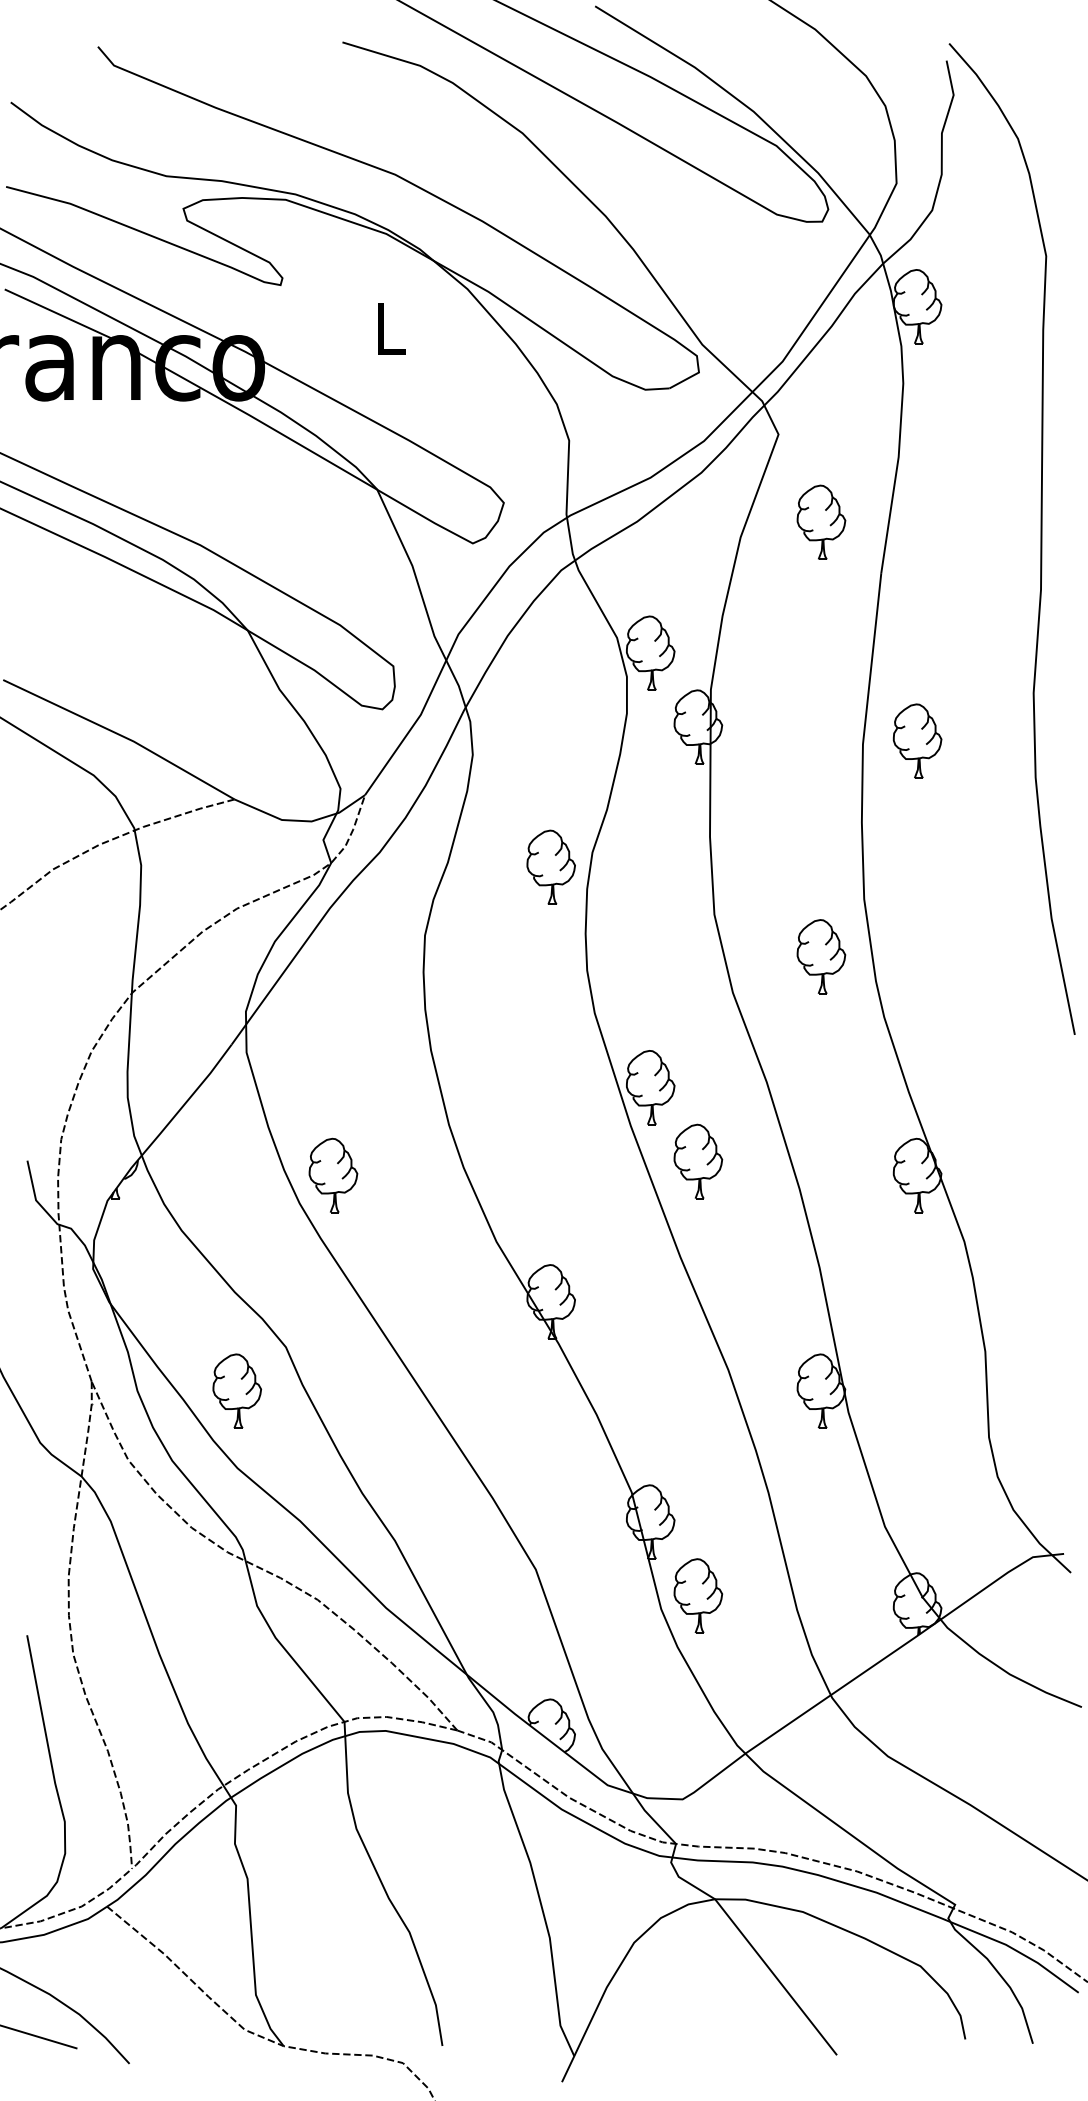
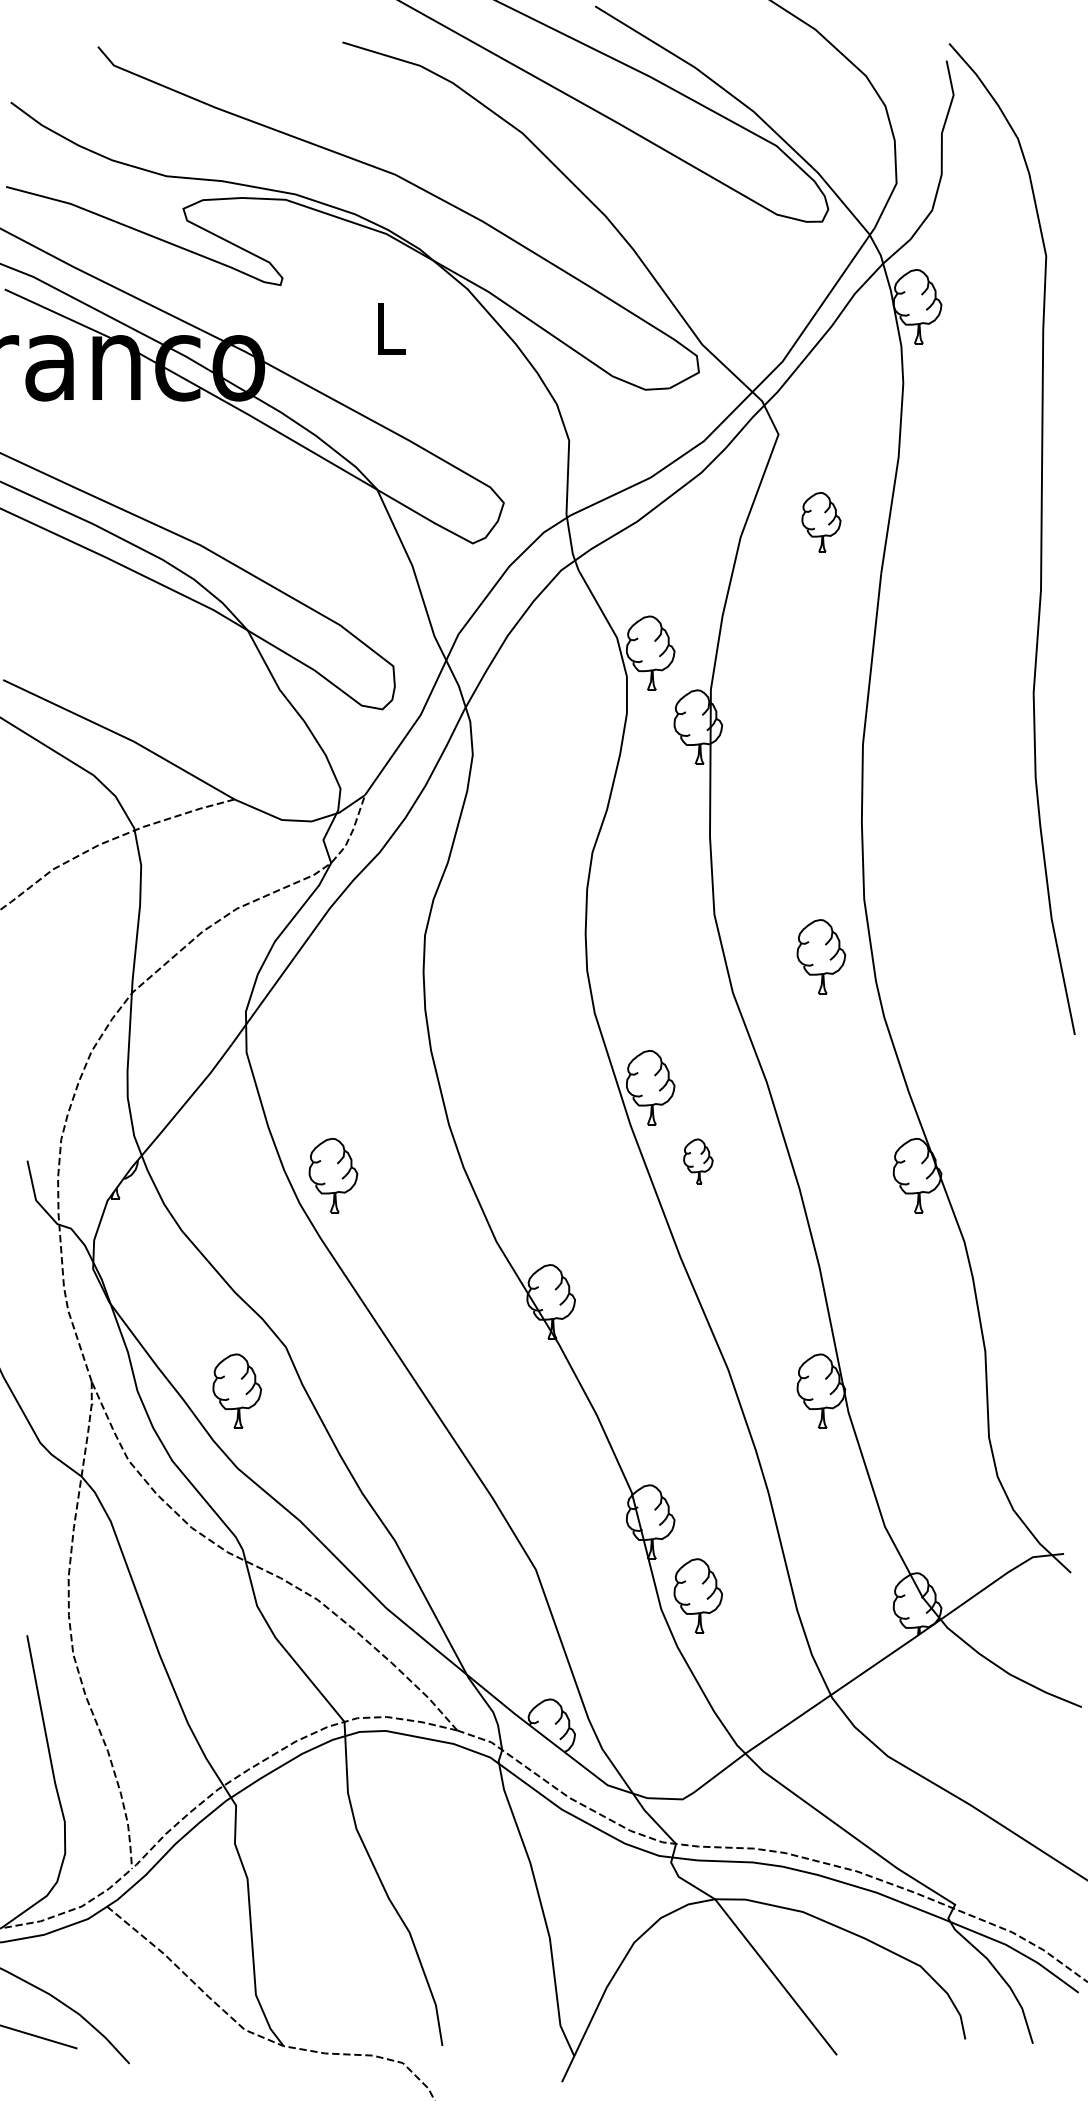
part at (821, 521) size: 51x76 px -> 41x61 px
part at (917, 740): present -> none
part at (550, 866): present -> none
part at (698, 1161) size: 51x77 px -> 31x47 px
